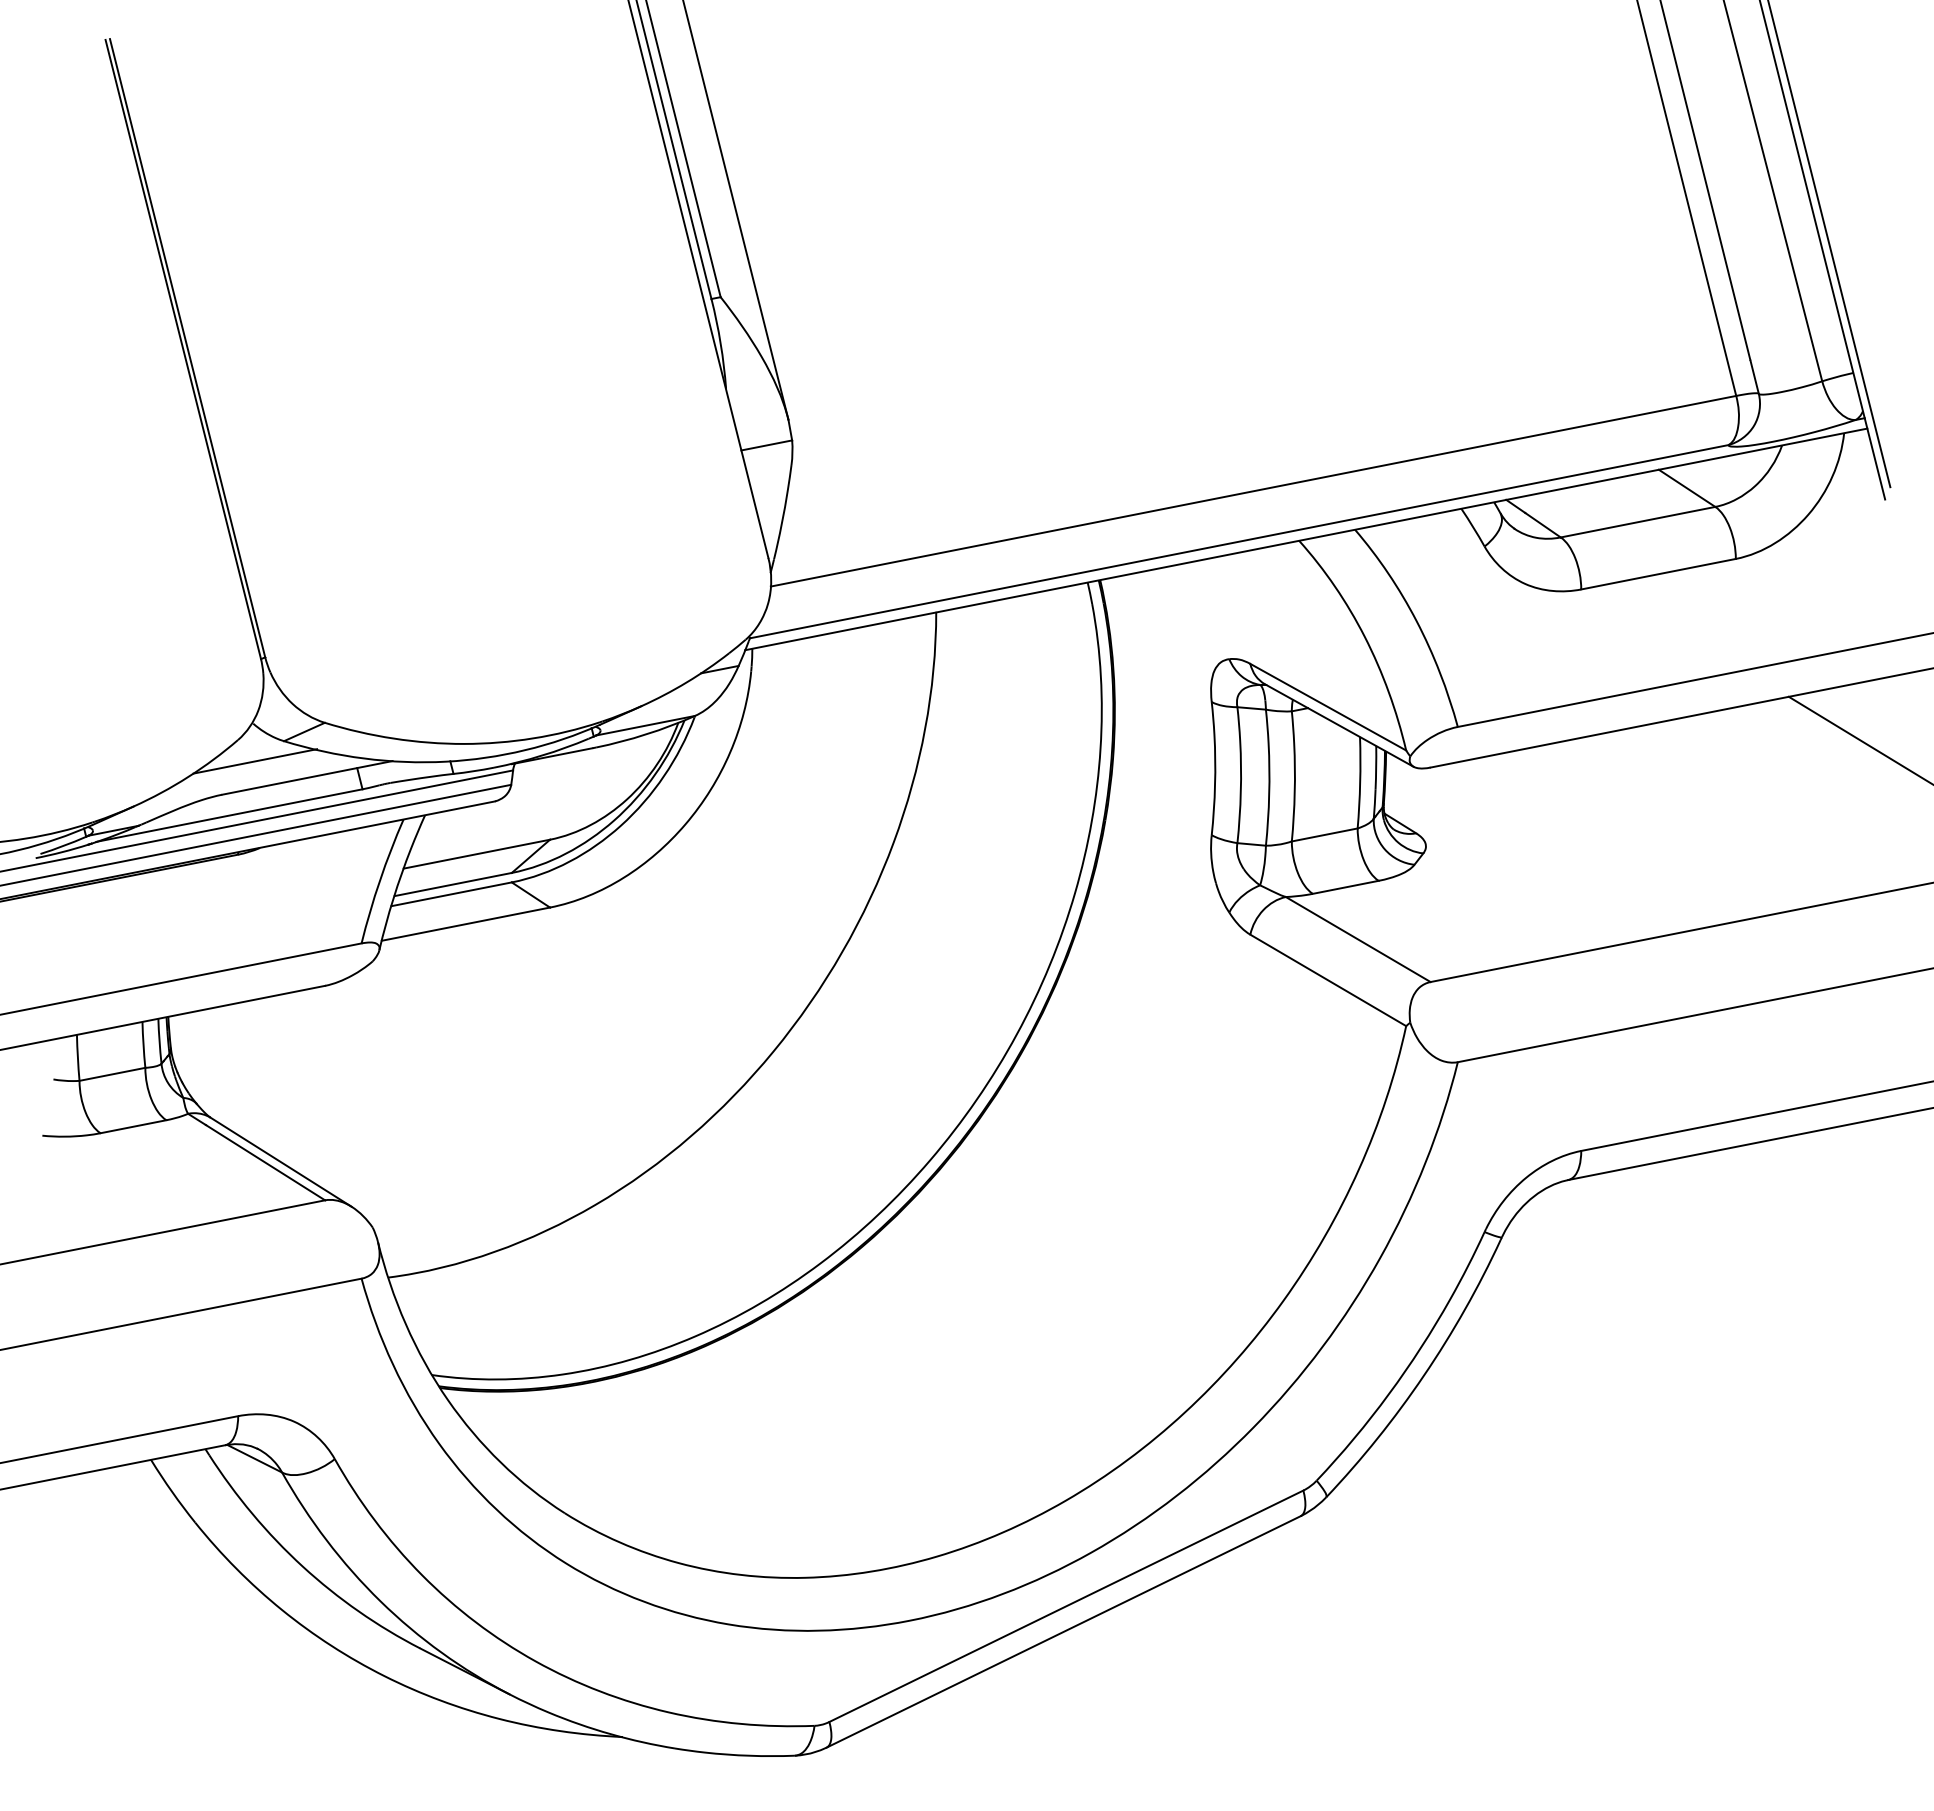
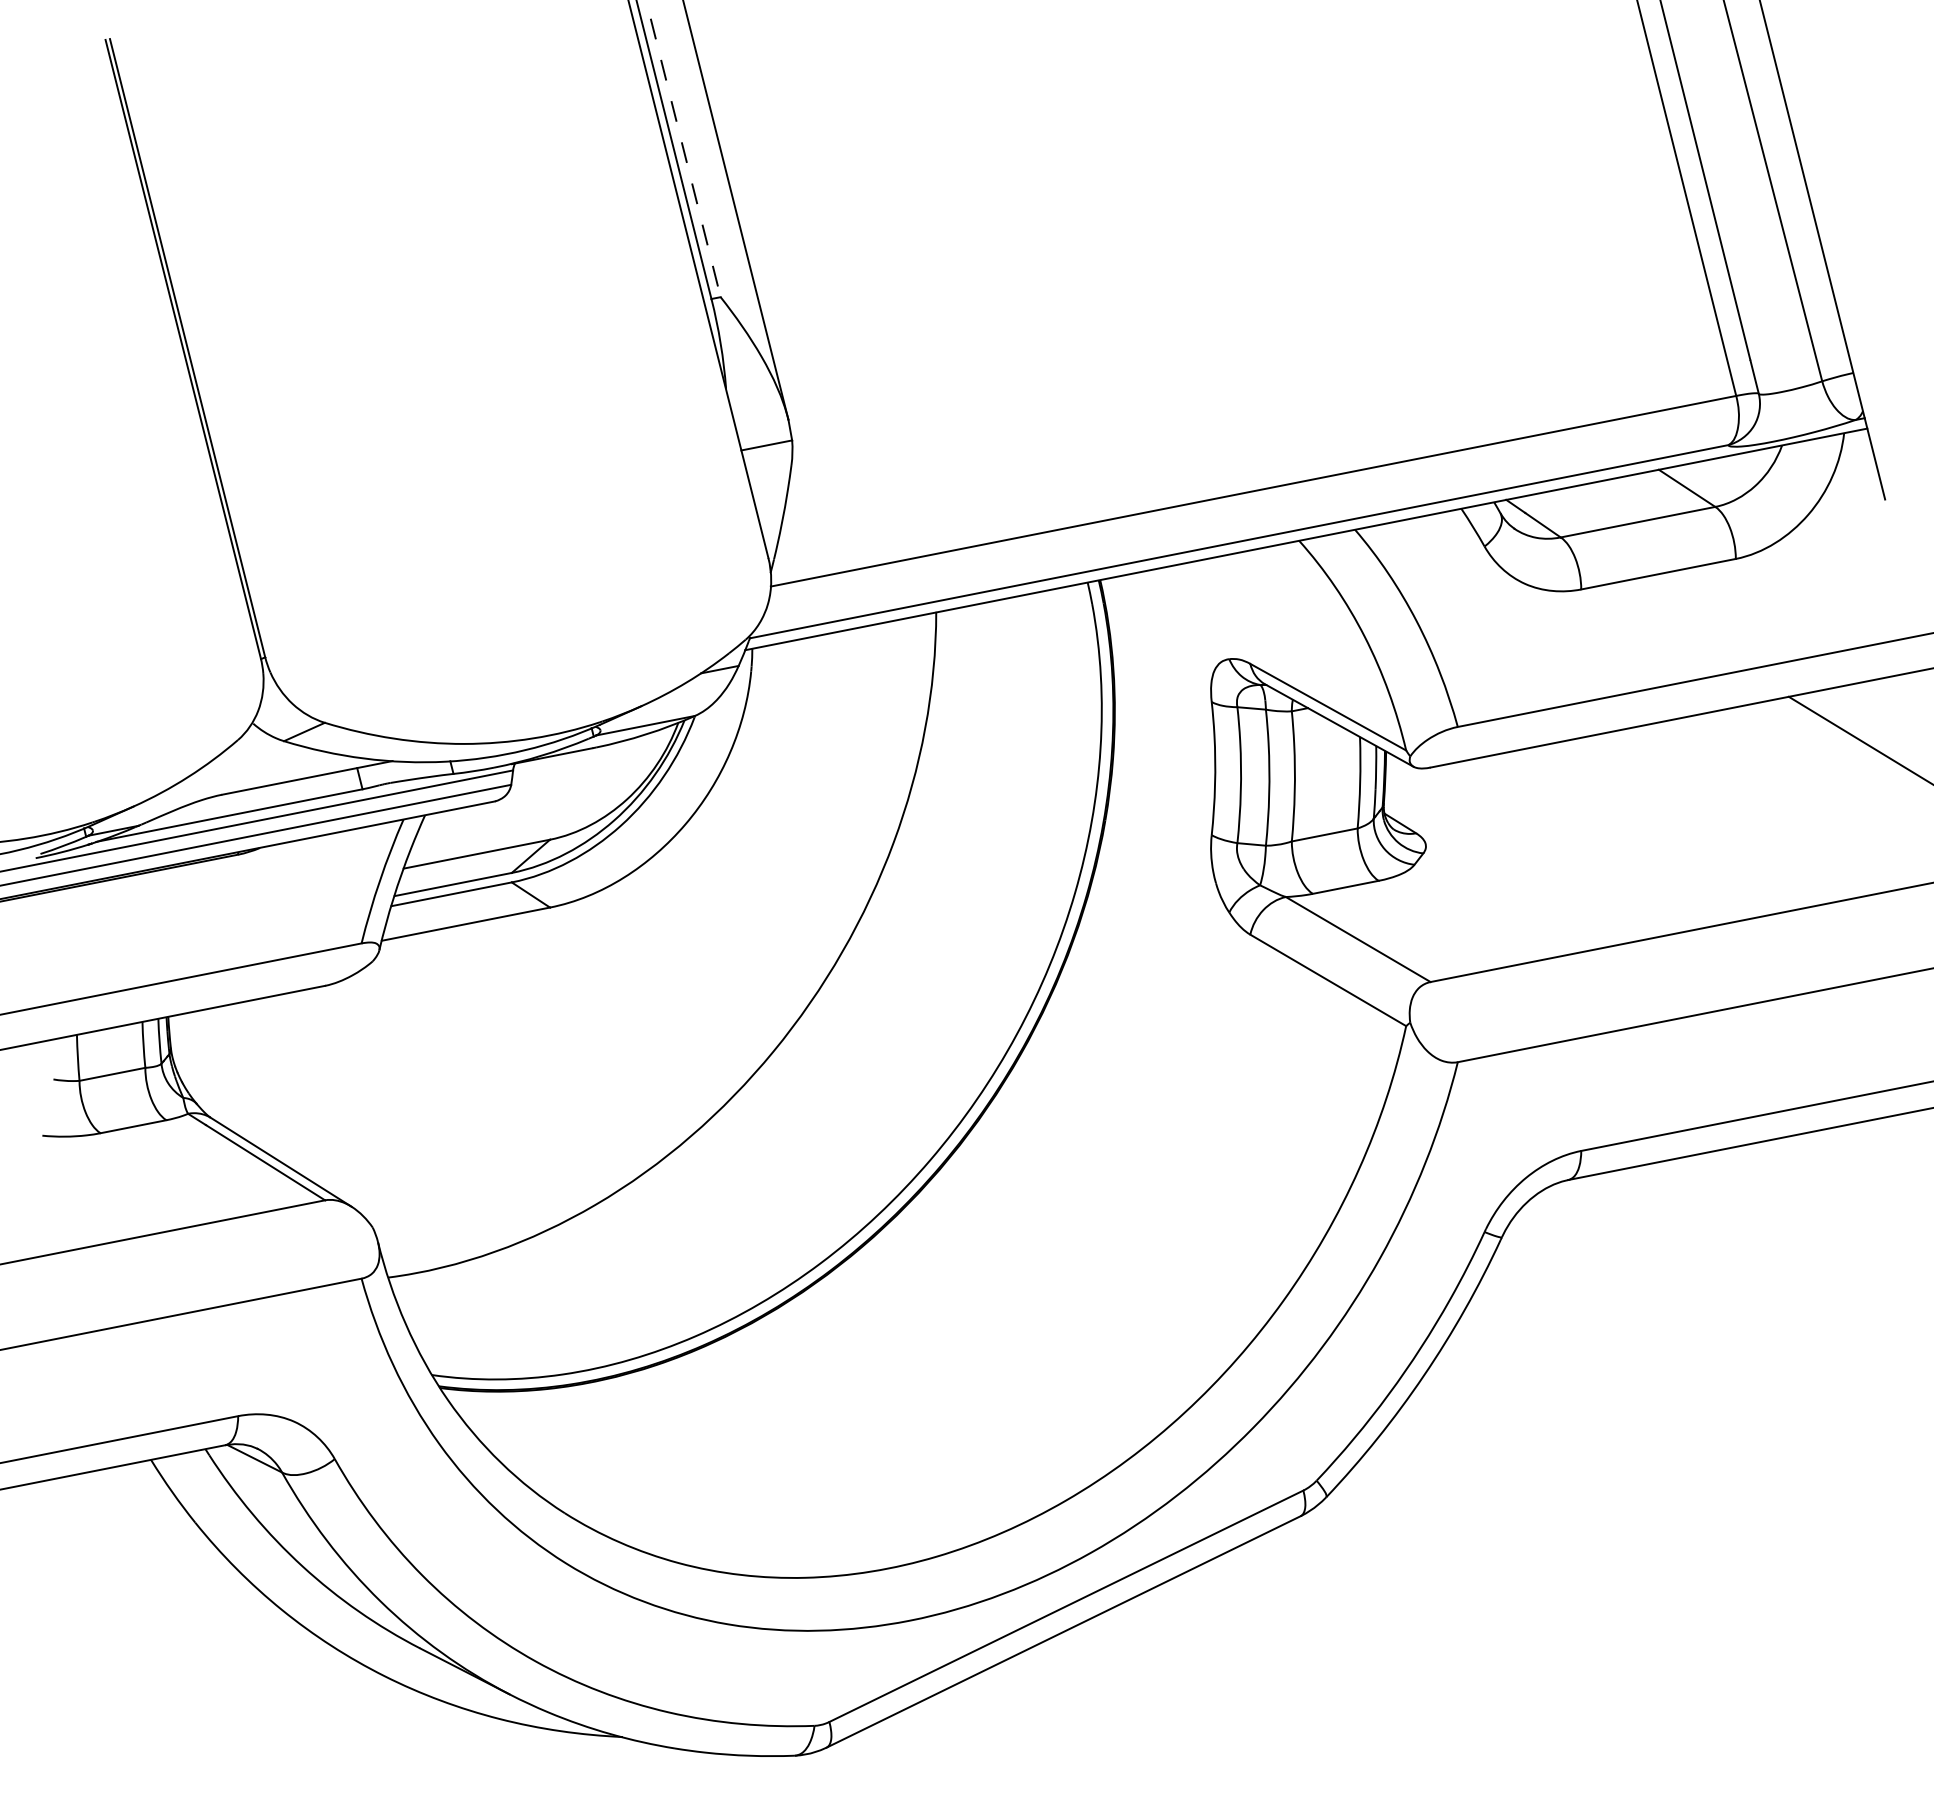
line at (683, 149): solid -> dashed
line at (1829, 244): present -> none
line at (255, 761): present -> none
